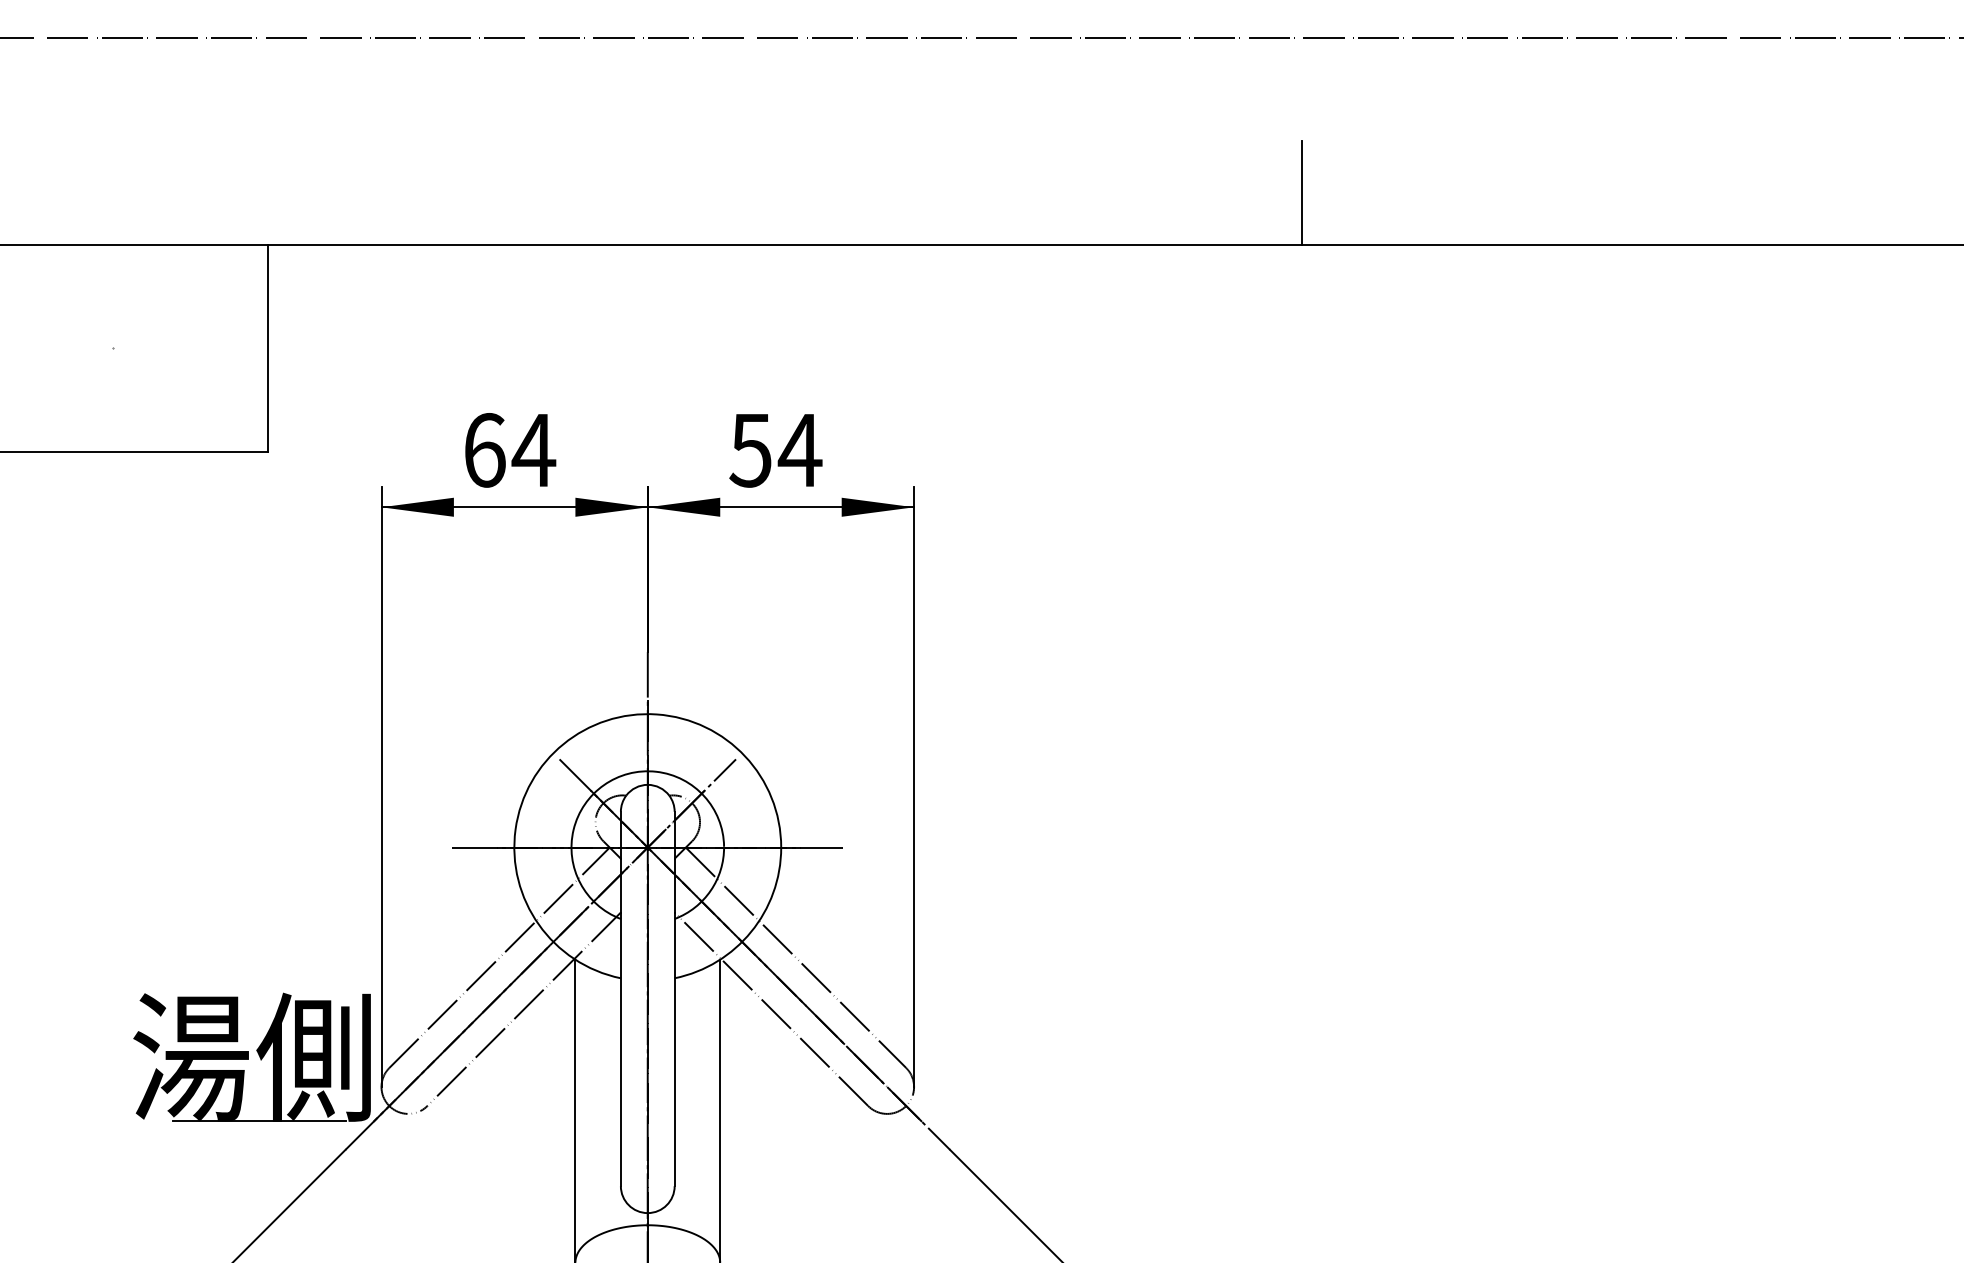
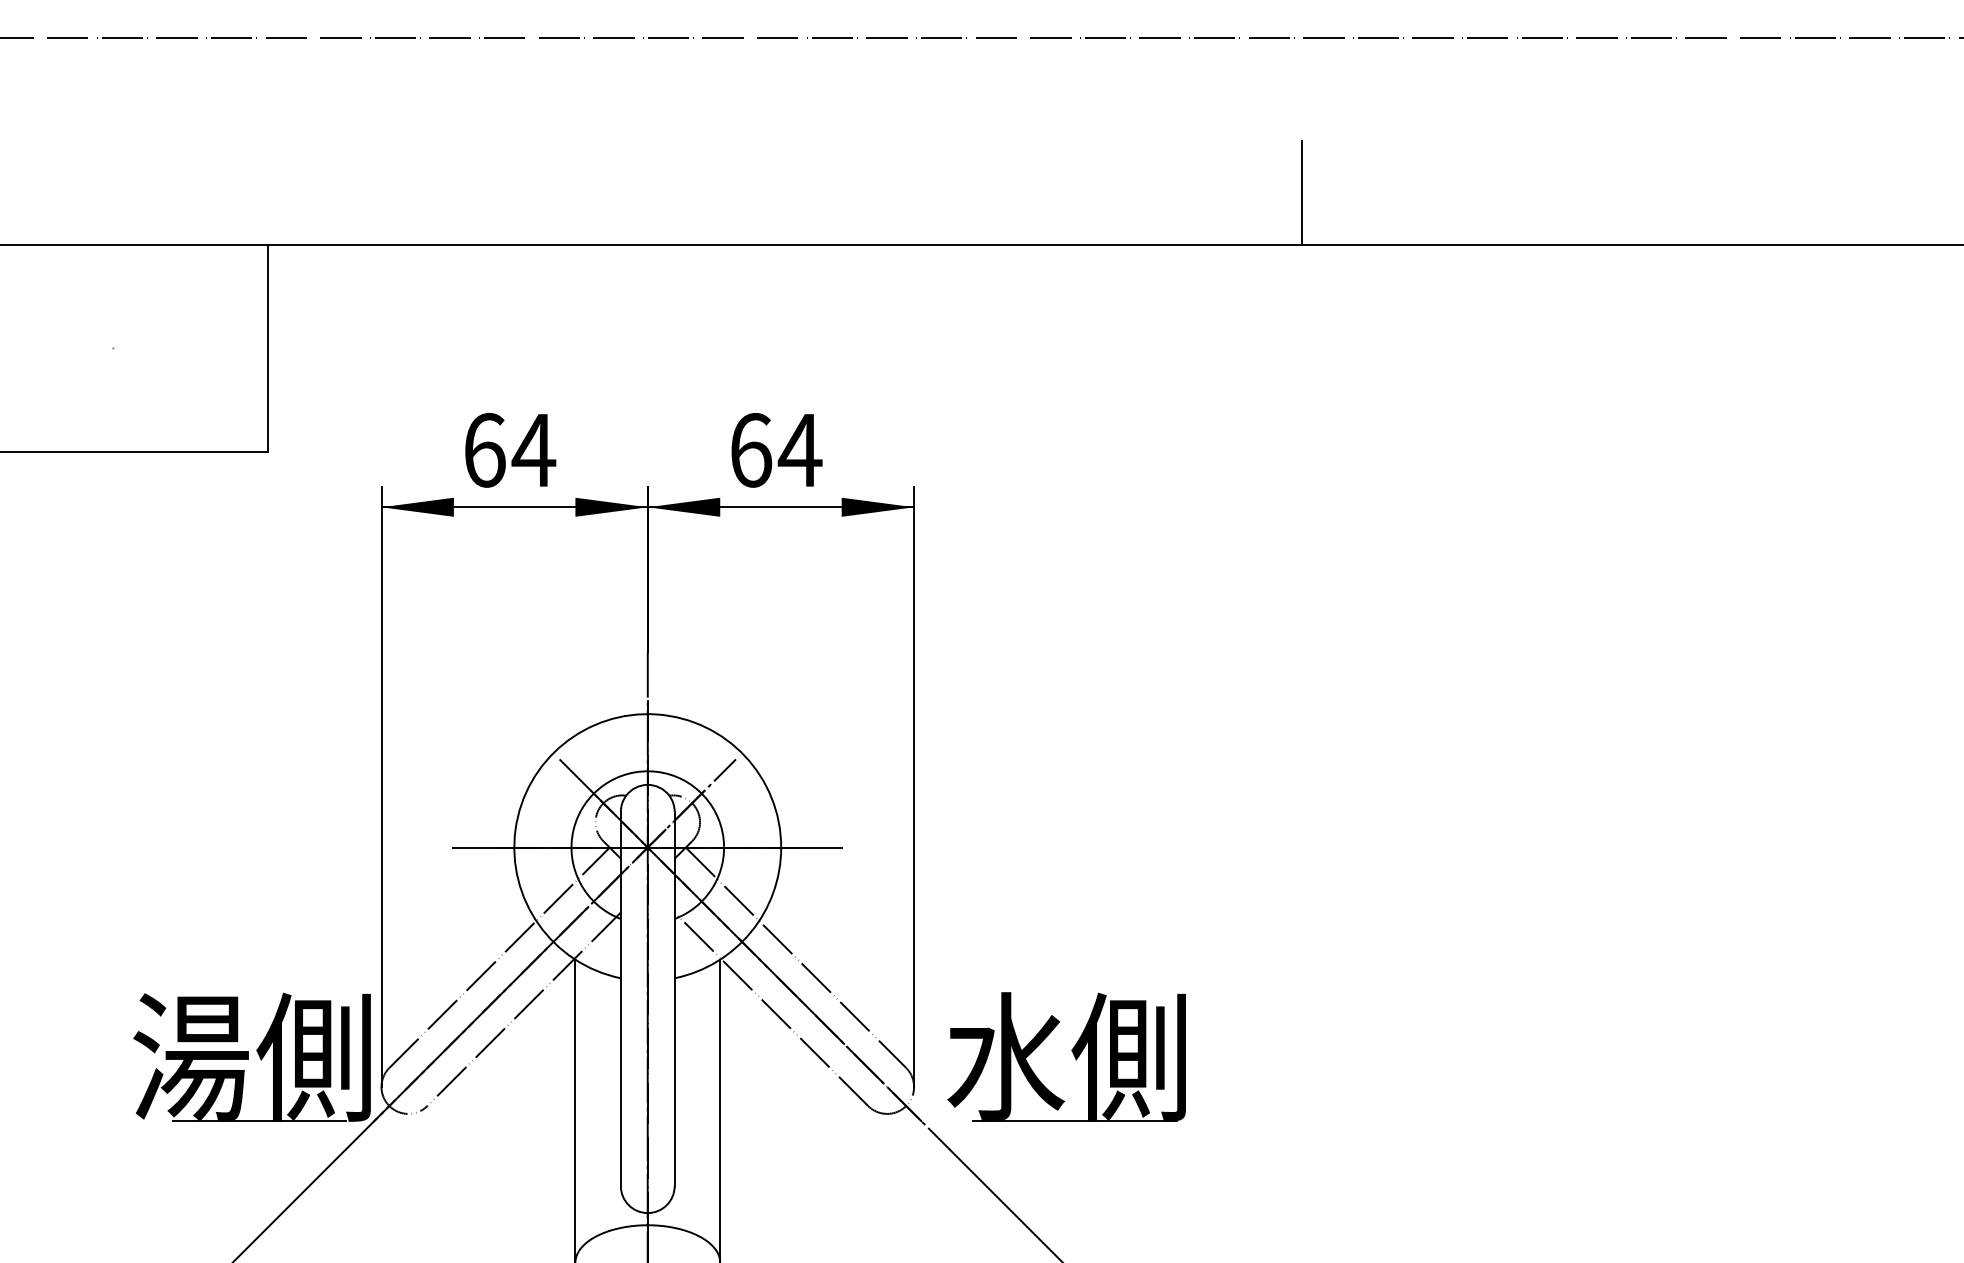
text at (750, 450): 54 -> 64
part at (1072, 1053): none -> present
